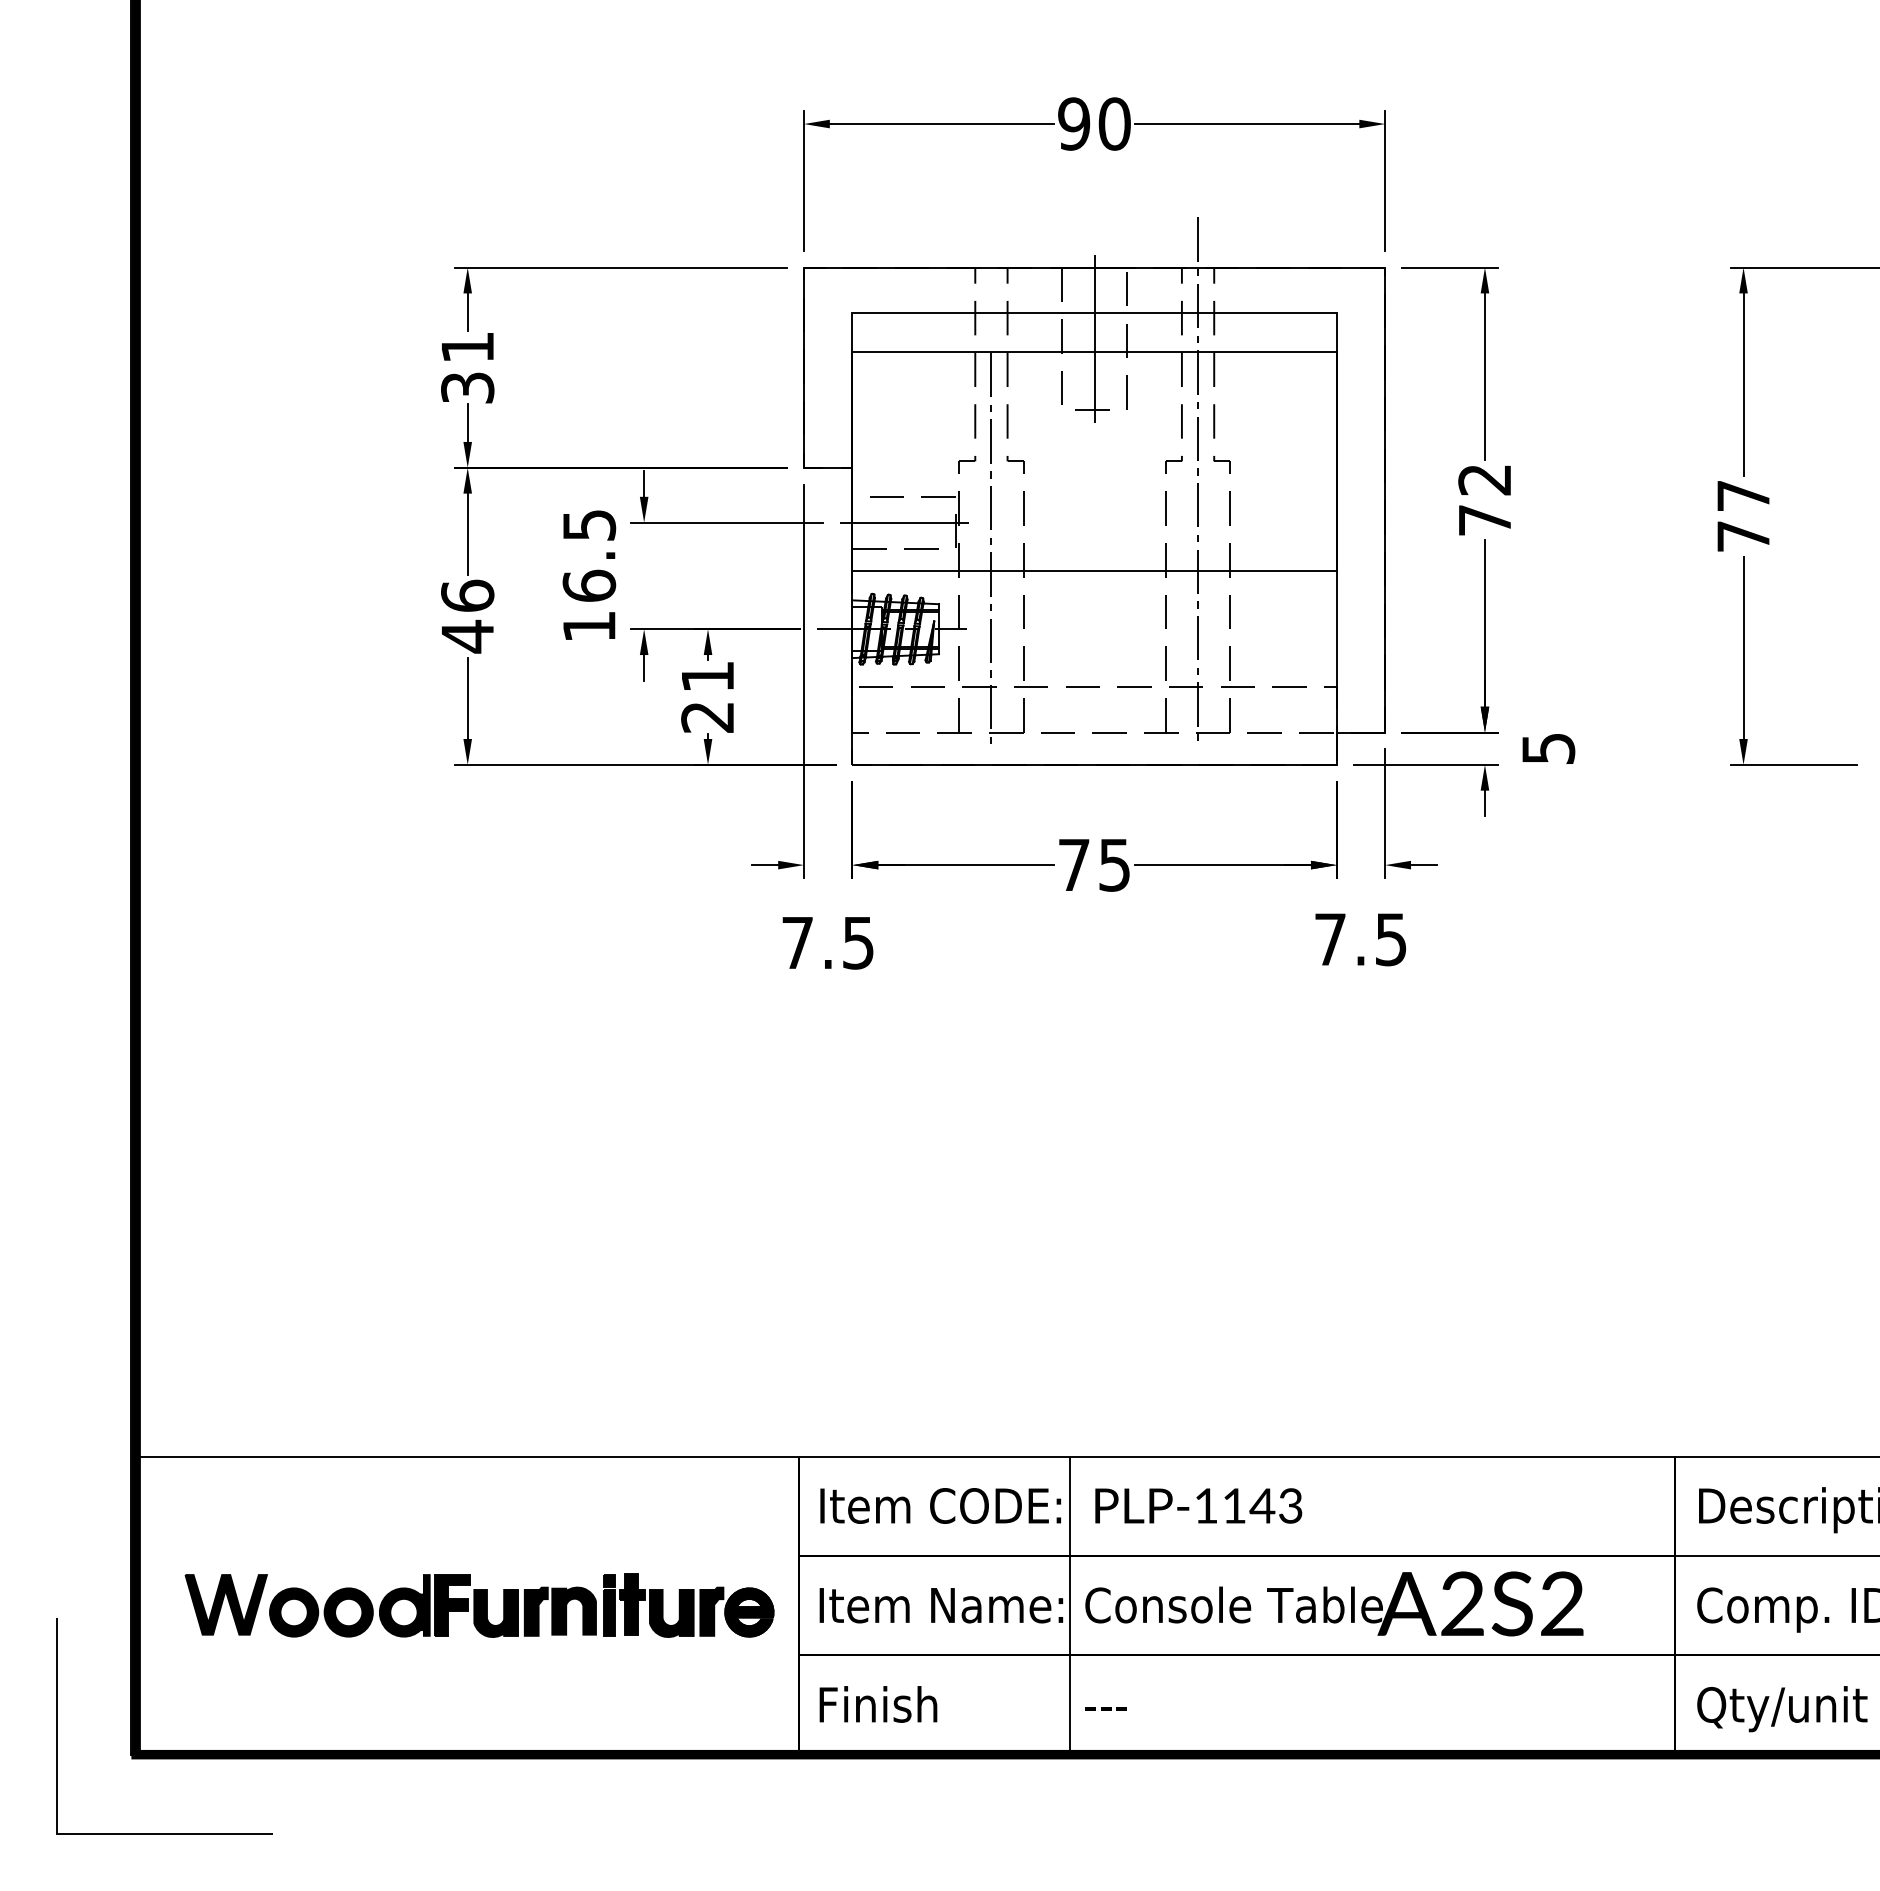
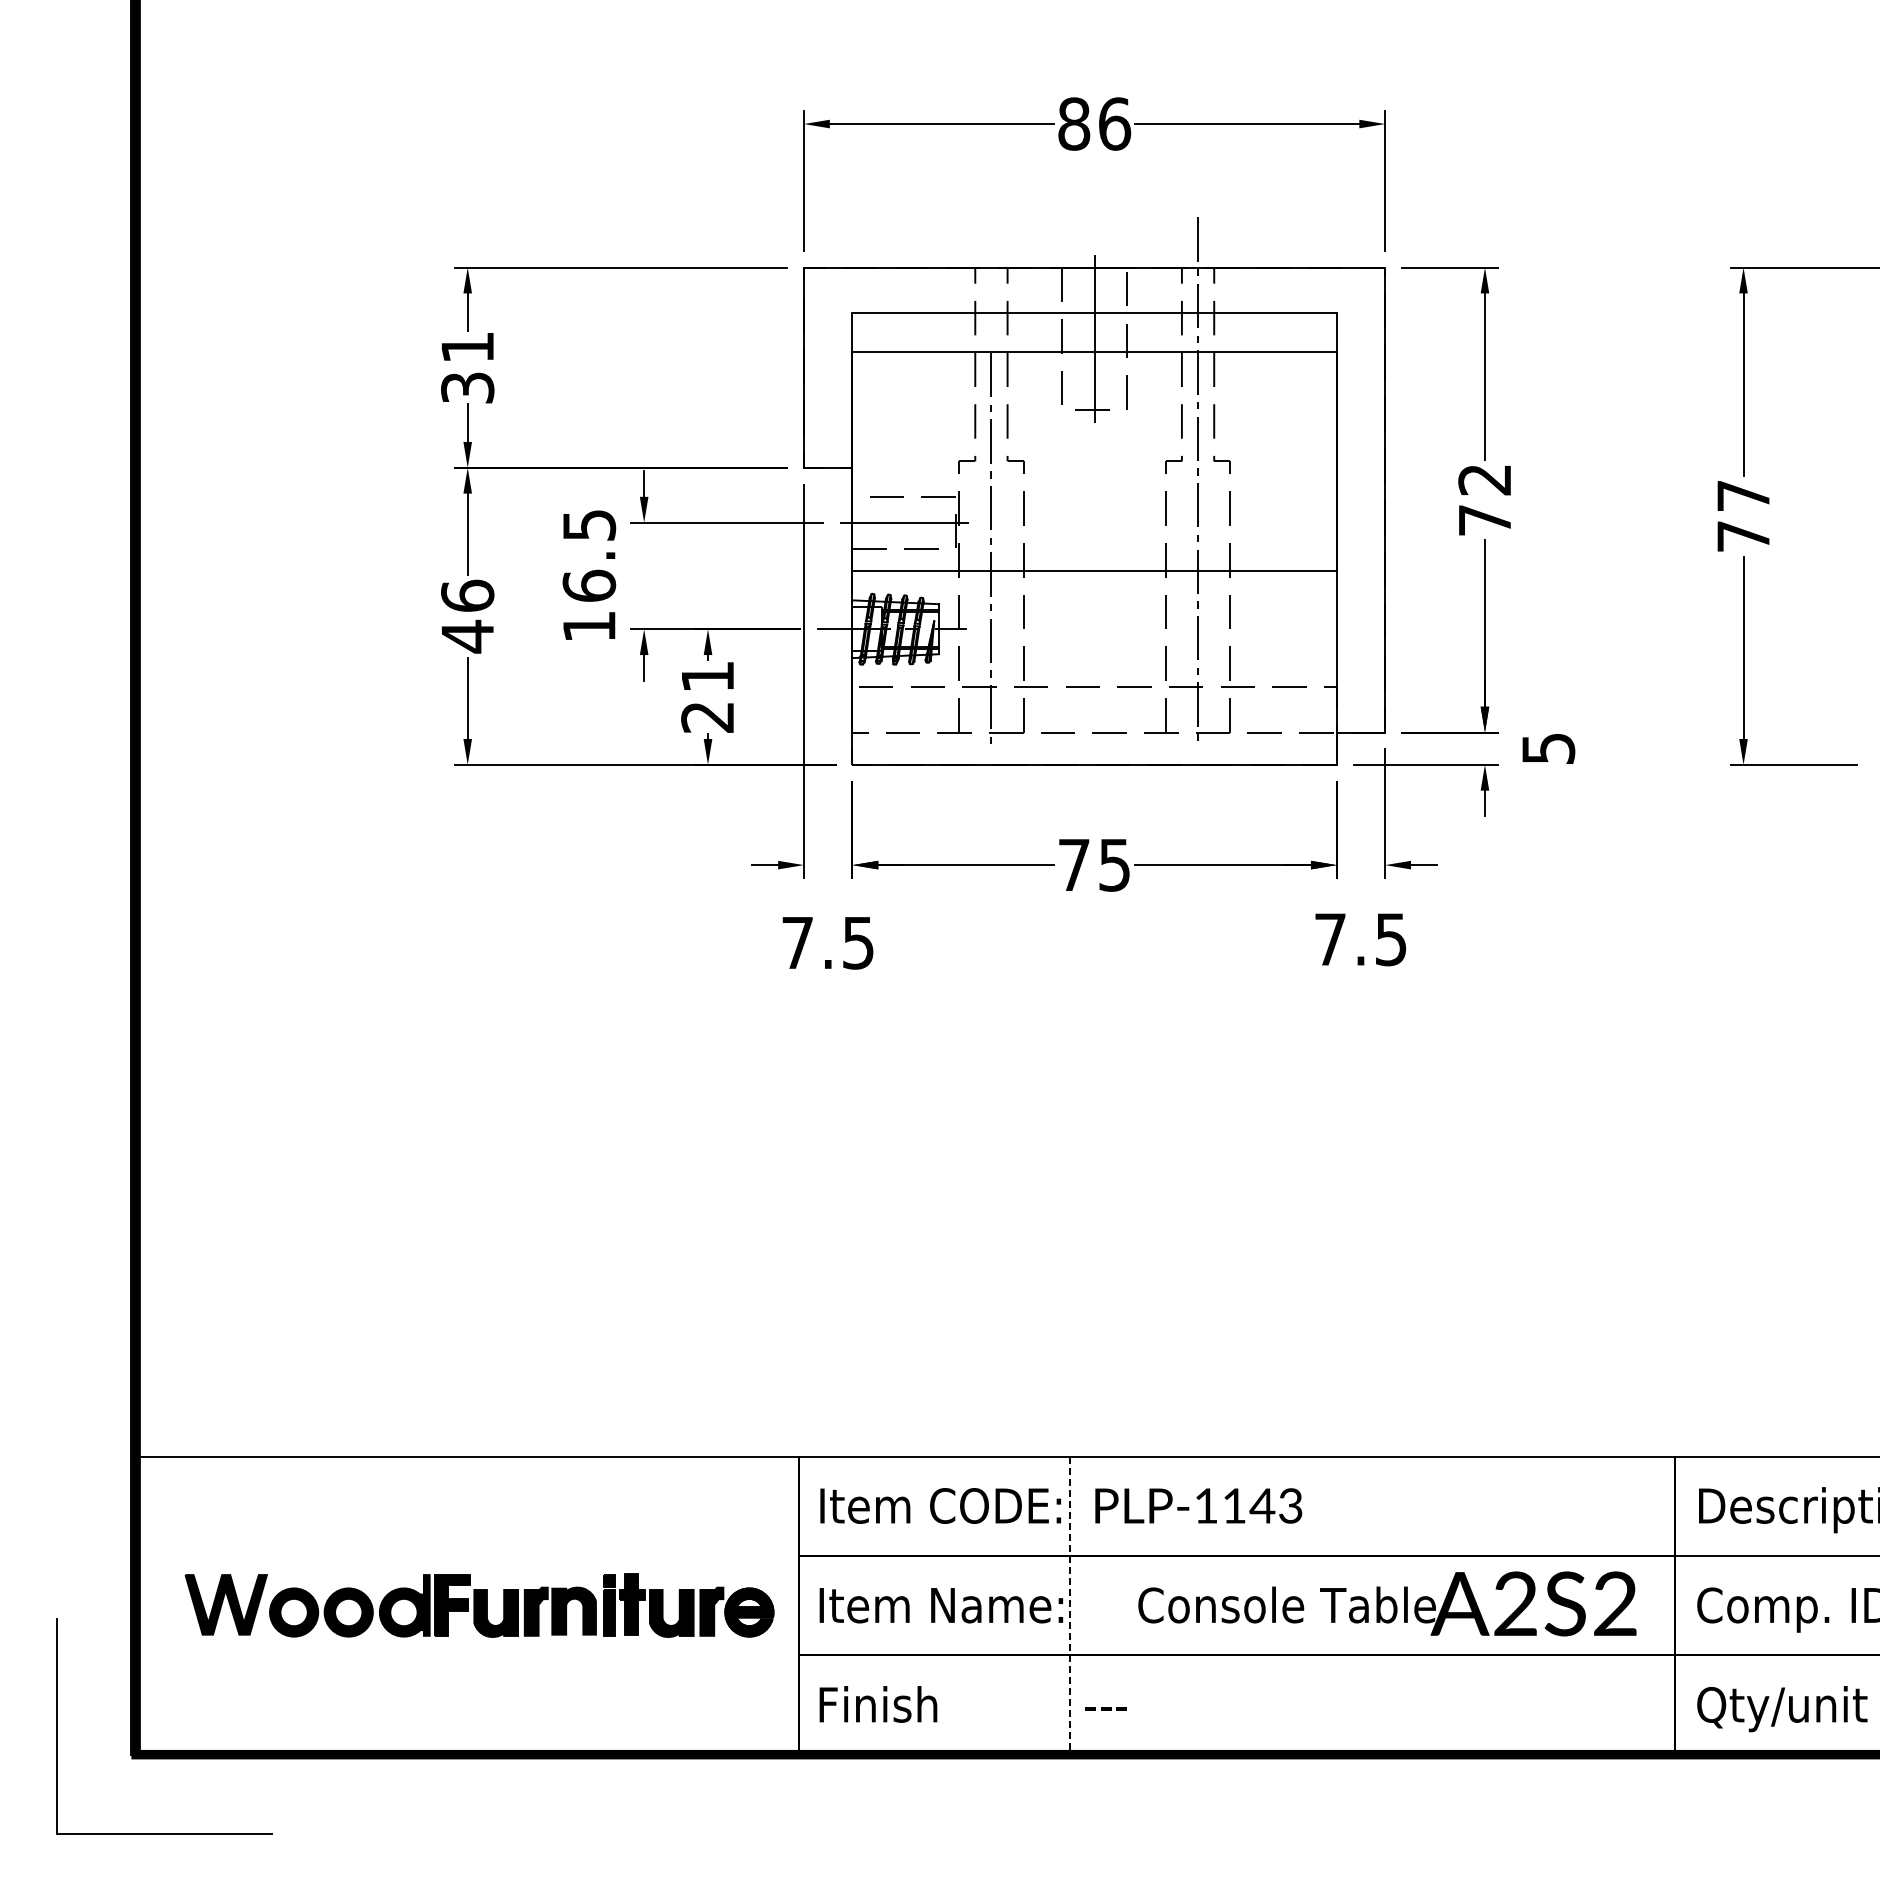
text at (1094, 123): 90 -> 86
text at (1334, 1603) position: (1334, 1603) -> (1387, 1603)
line at (1069, 1606): solid -> dashed
